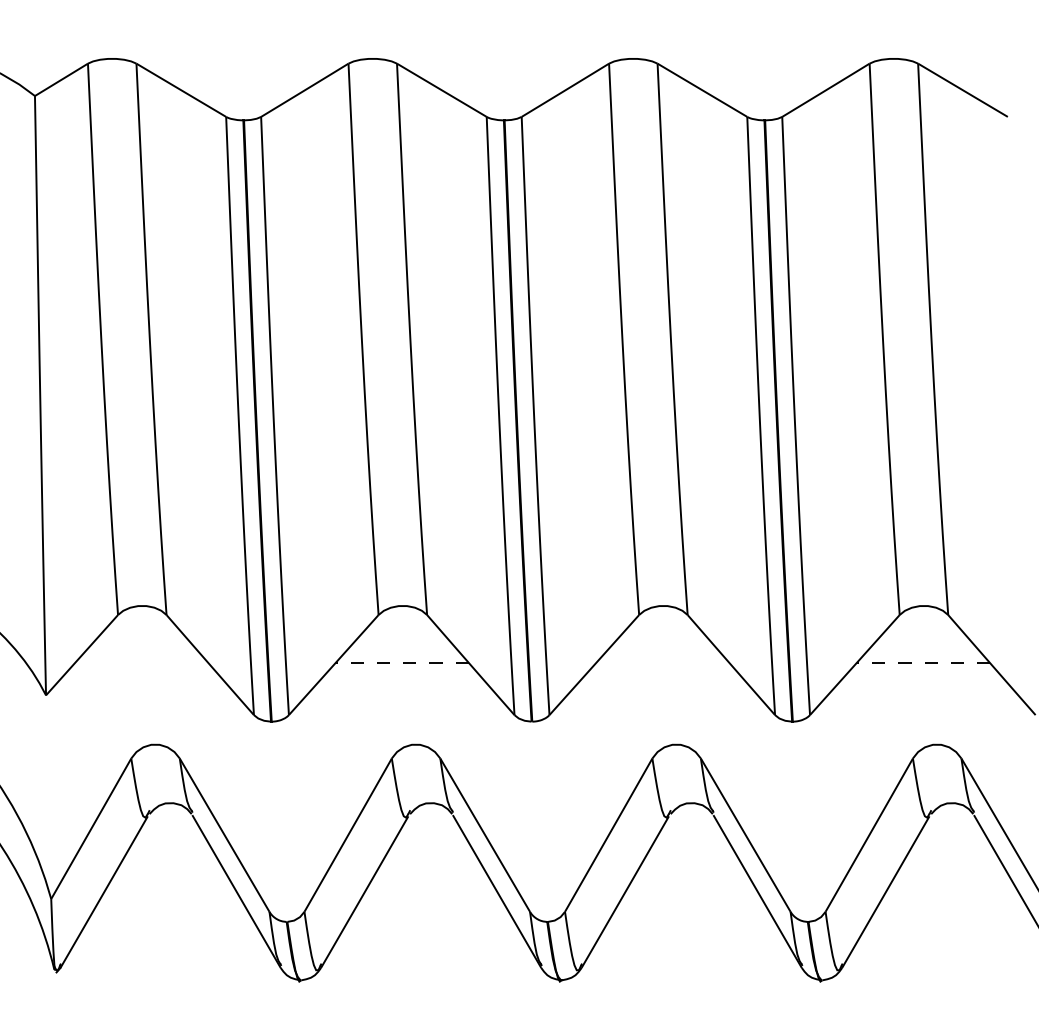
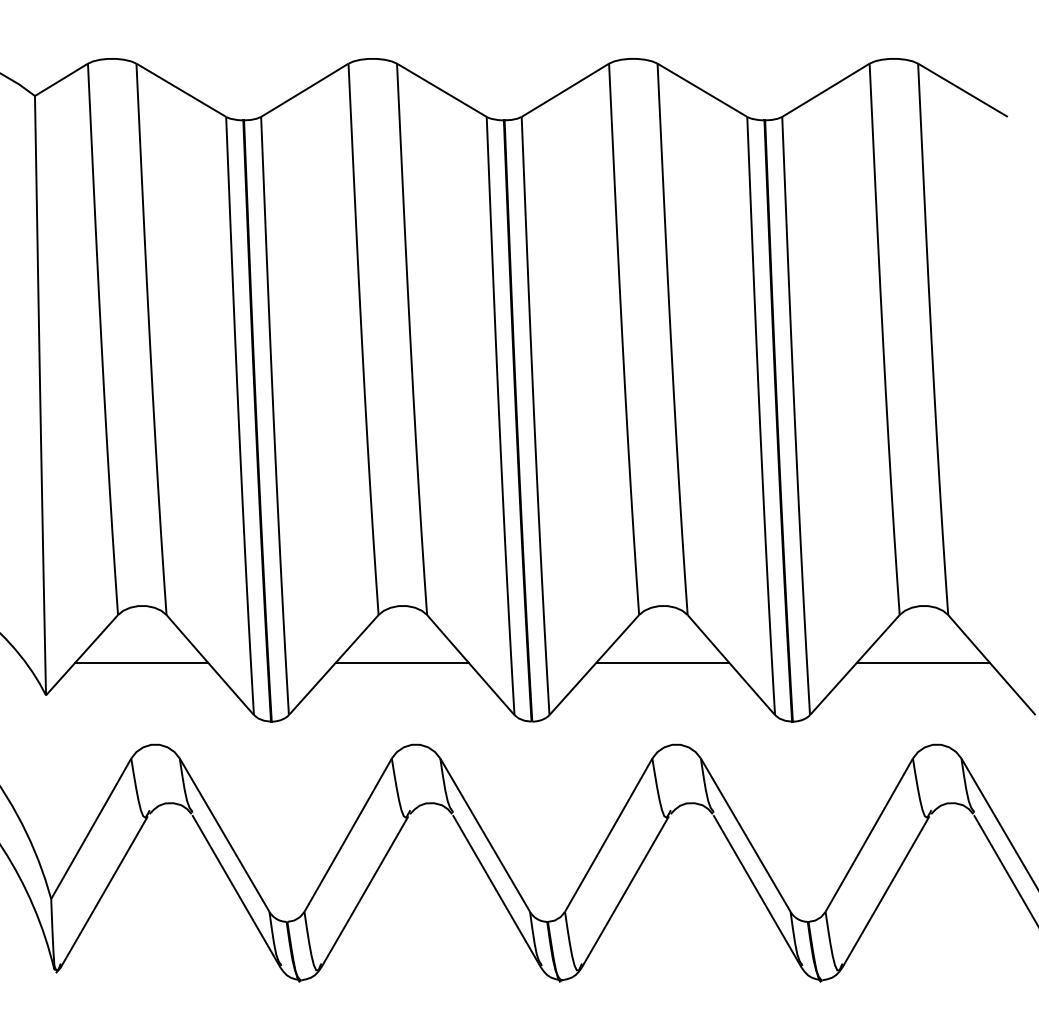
line at (141, 662): none -> present
line at (401, 662): dashed -> solid
line at (662, 662): none -> present
line at (922, 662): dashed -> solid
